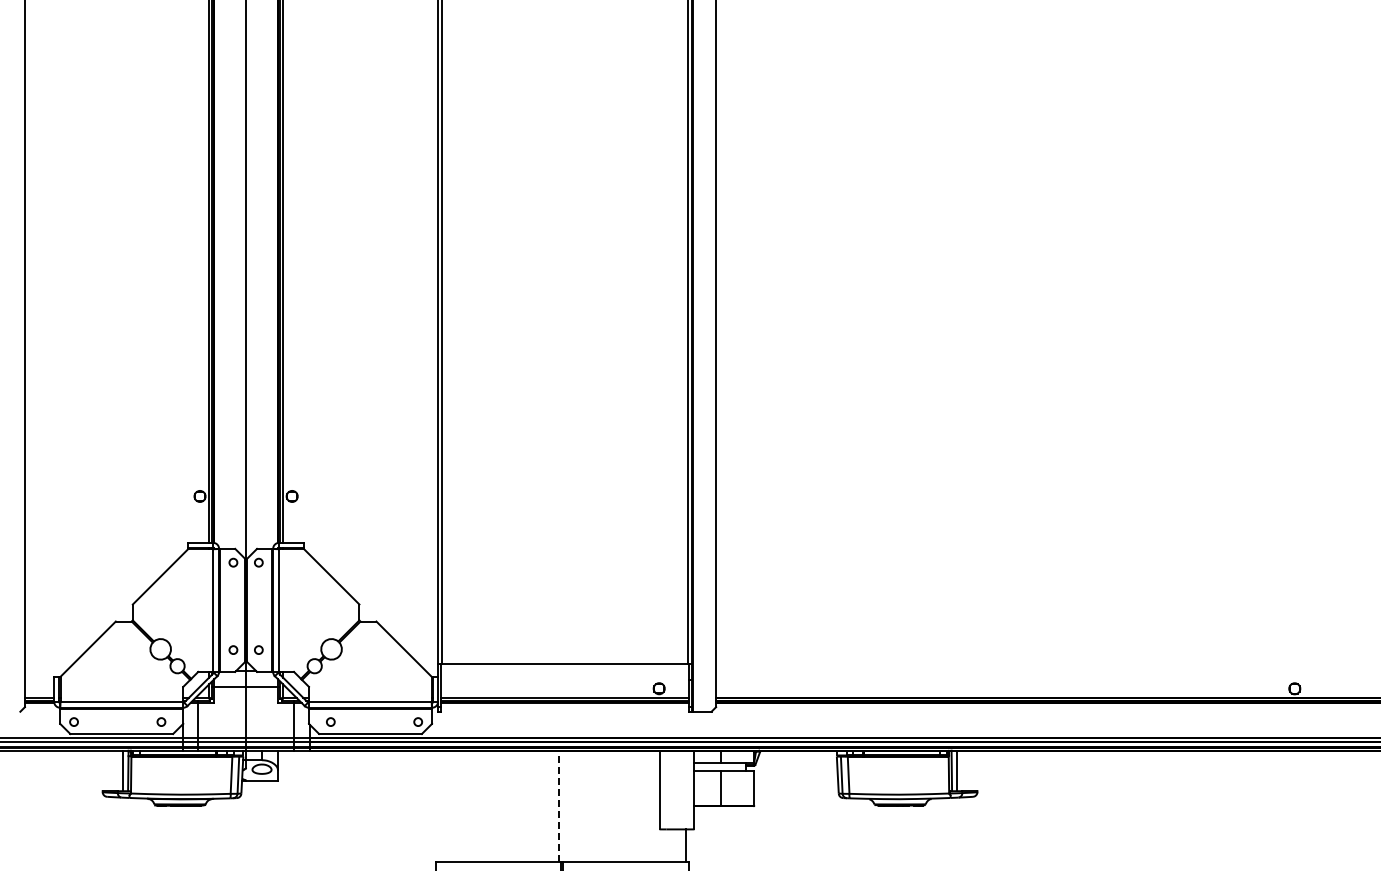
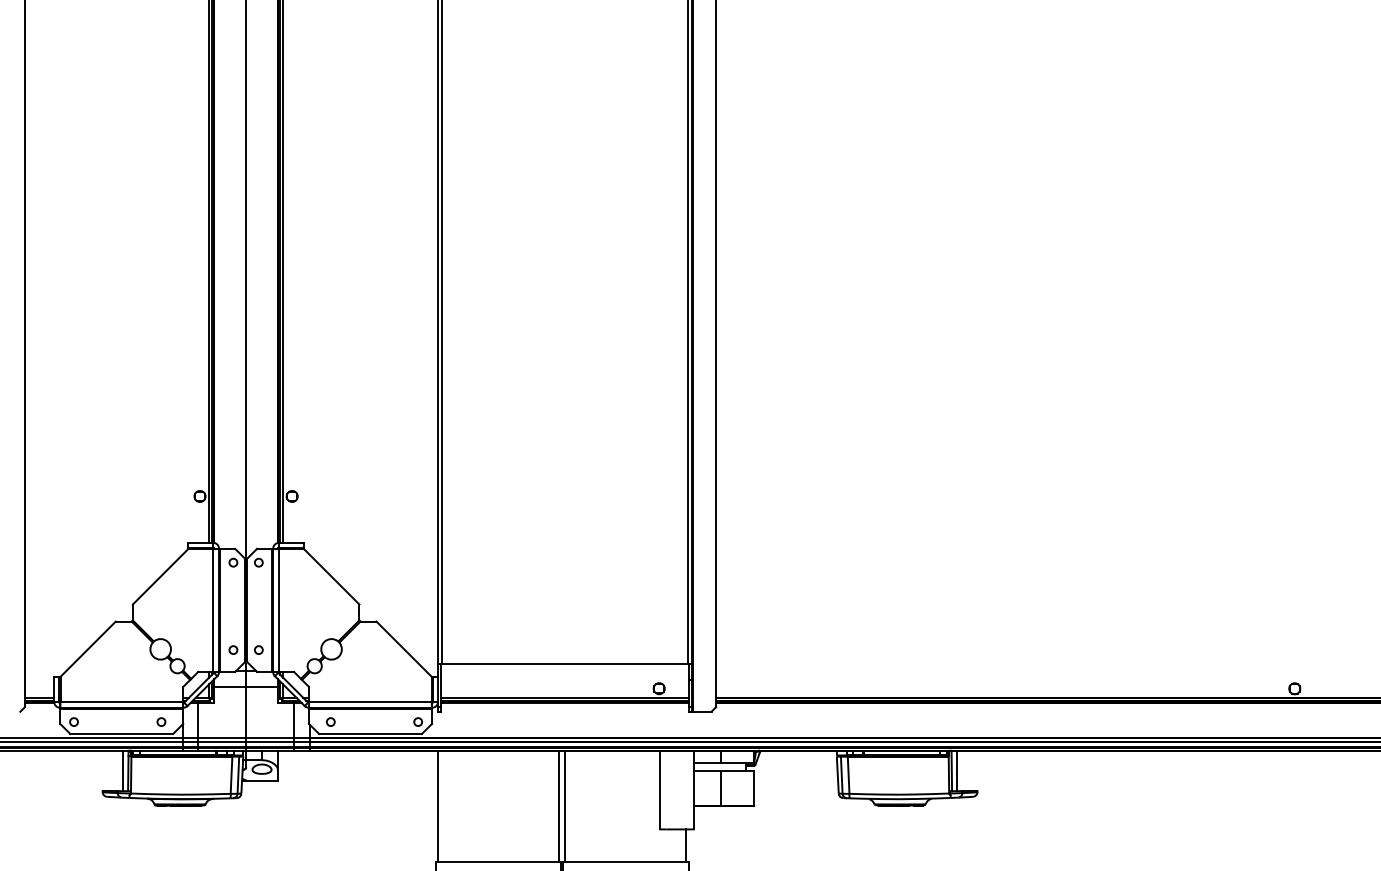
line at (438, 805): none -> present
line at (565, 805): none -> present
line at (559, 806): dashed -> solid
